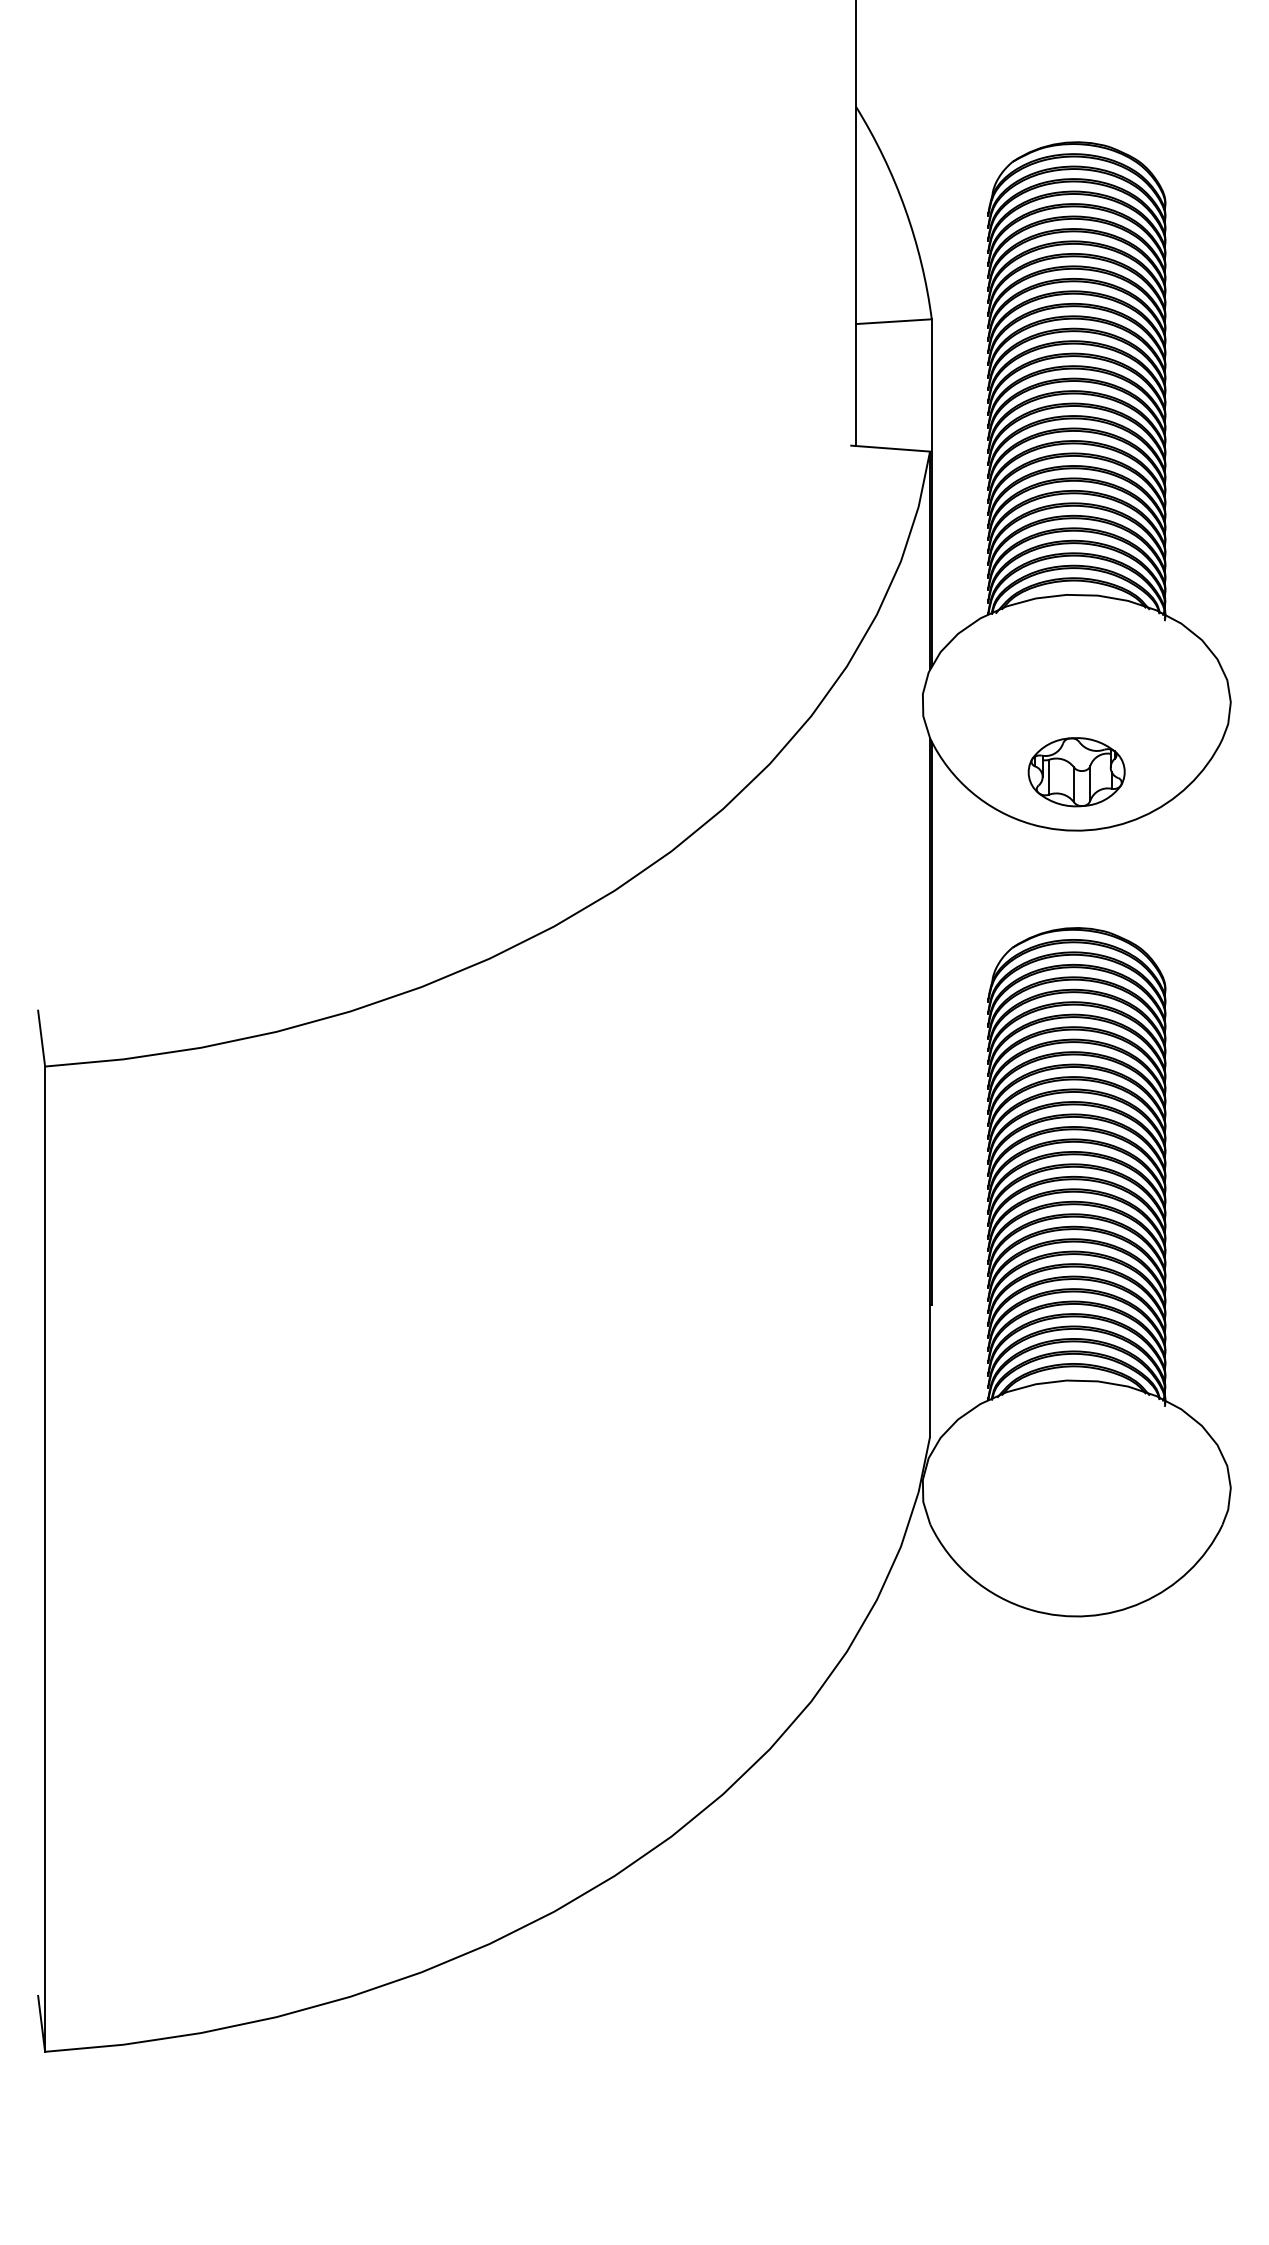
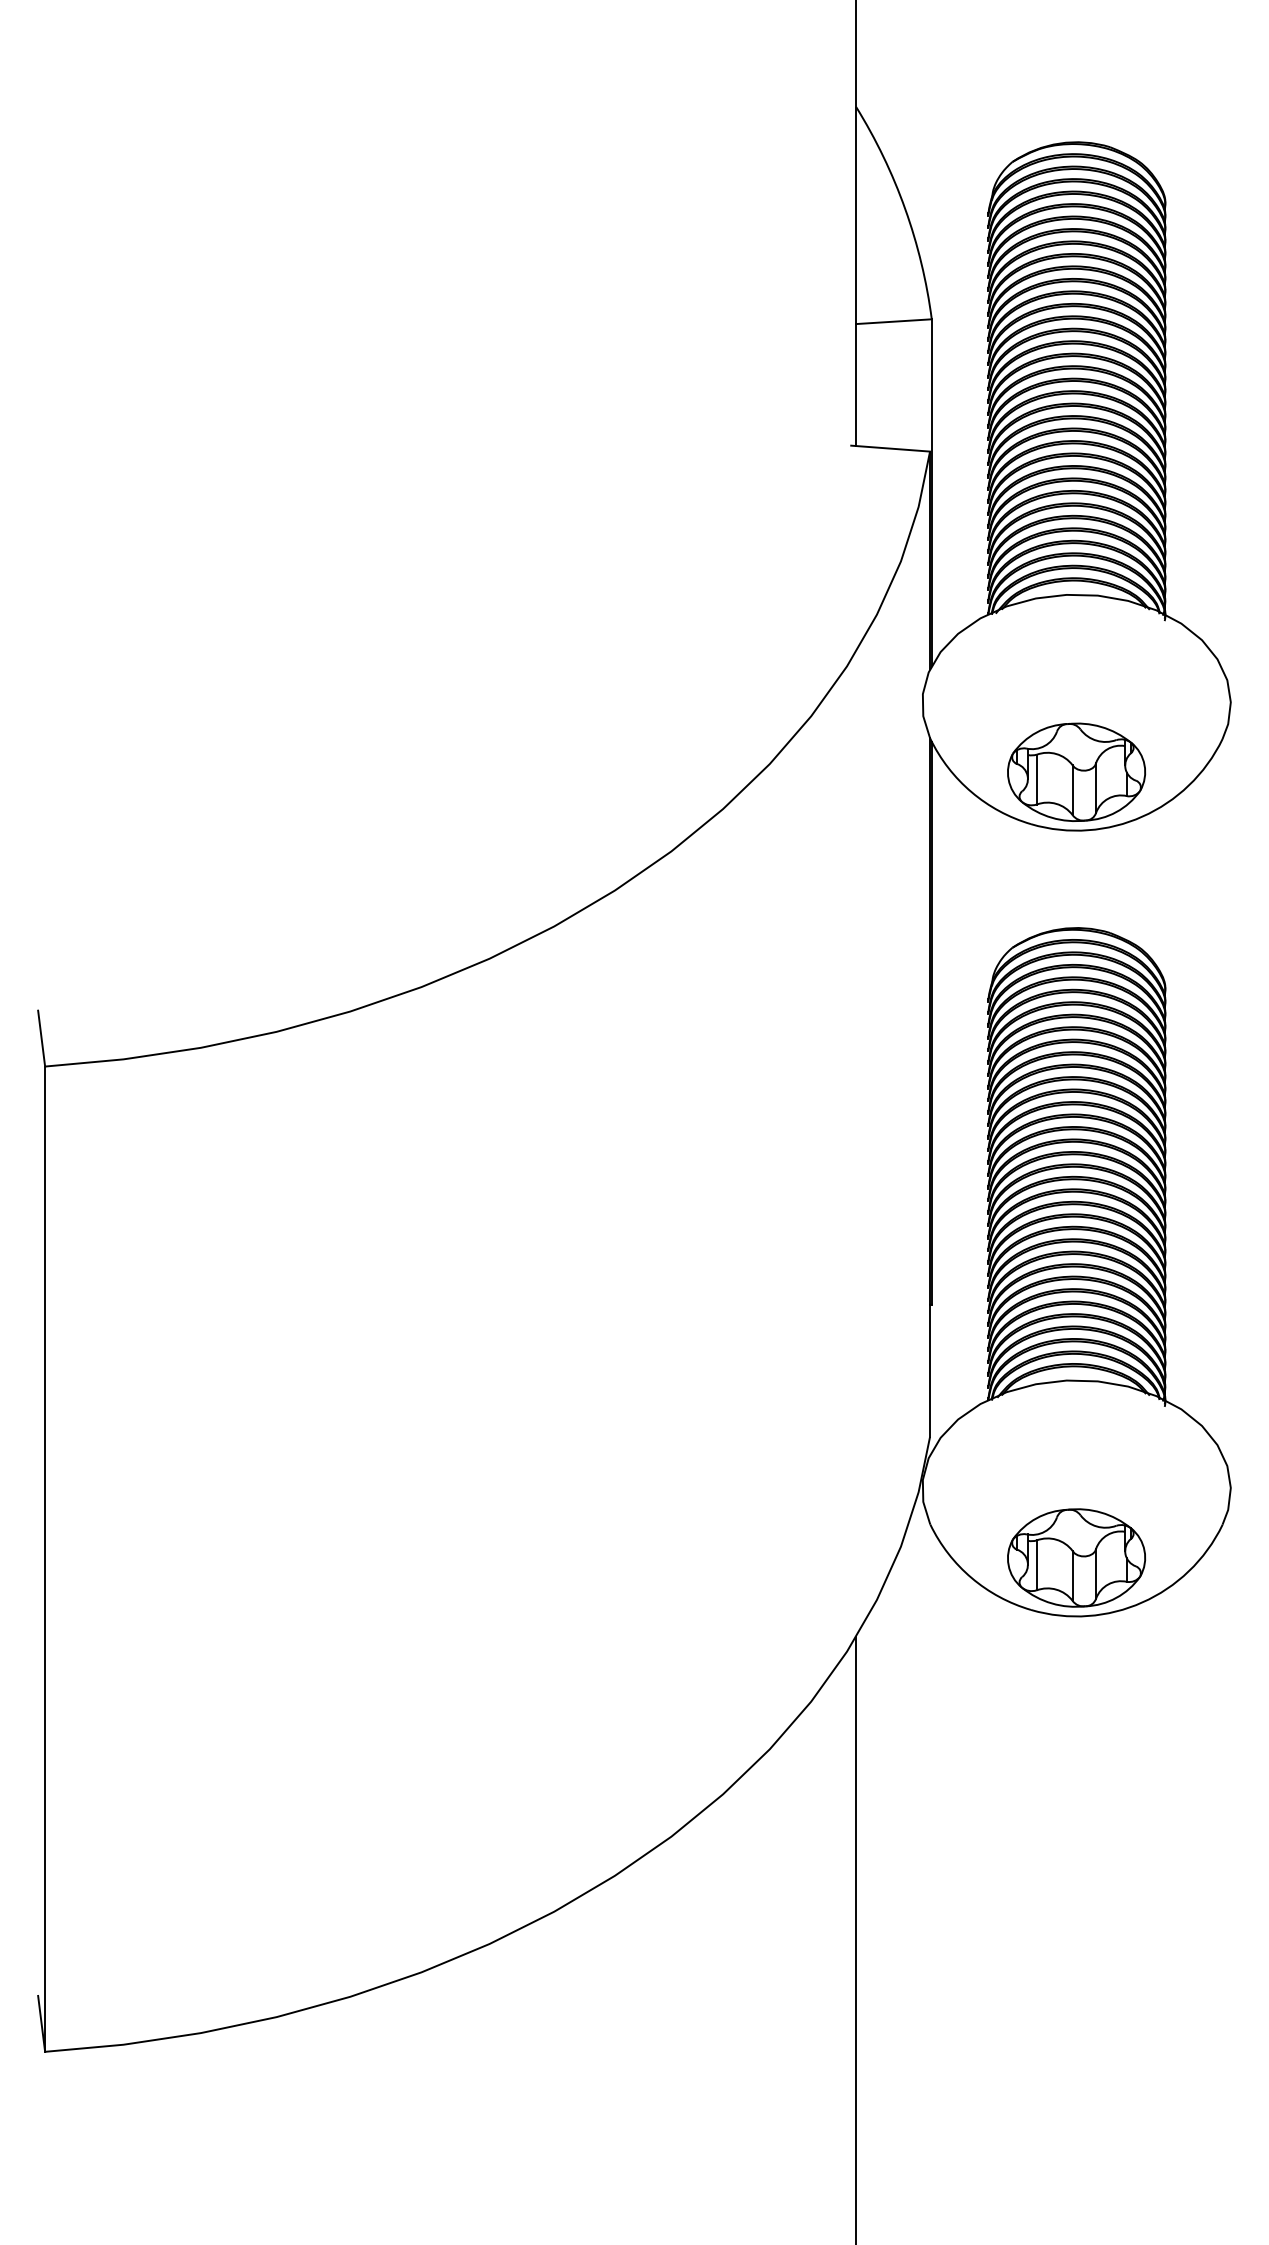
part at (1076, 772) size: 99x71 px -> 140x100 px
part at (1076, 1557): none -> present
line at (856, 1939): none -> present
